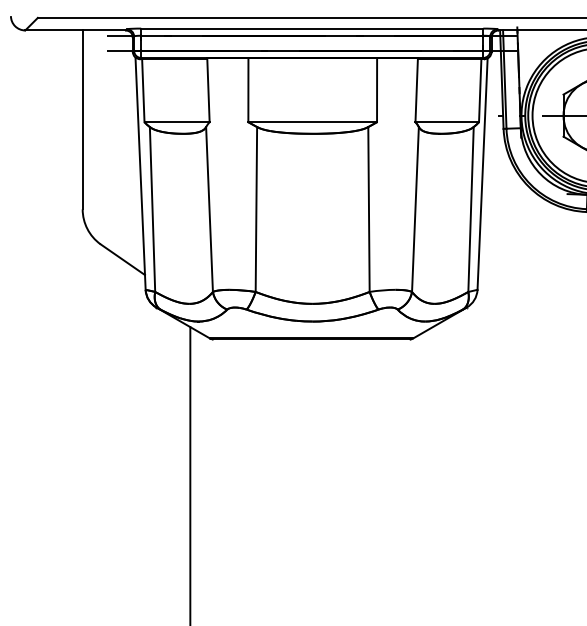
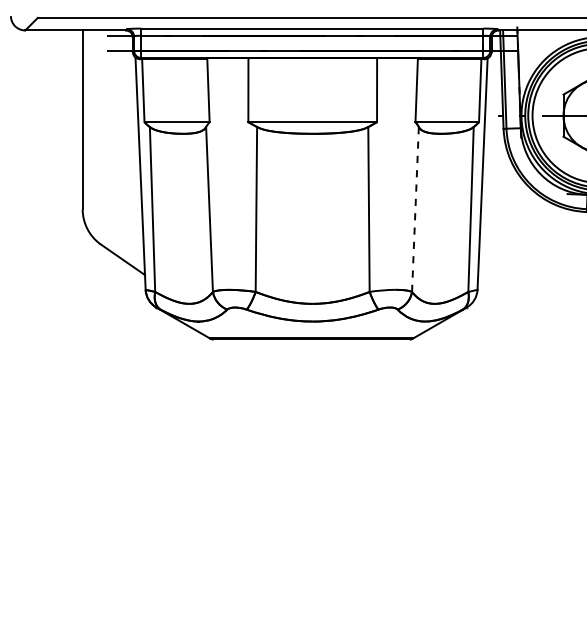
line at (415, 209): solid -> dashed
line at (190, 474): present -> none
